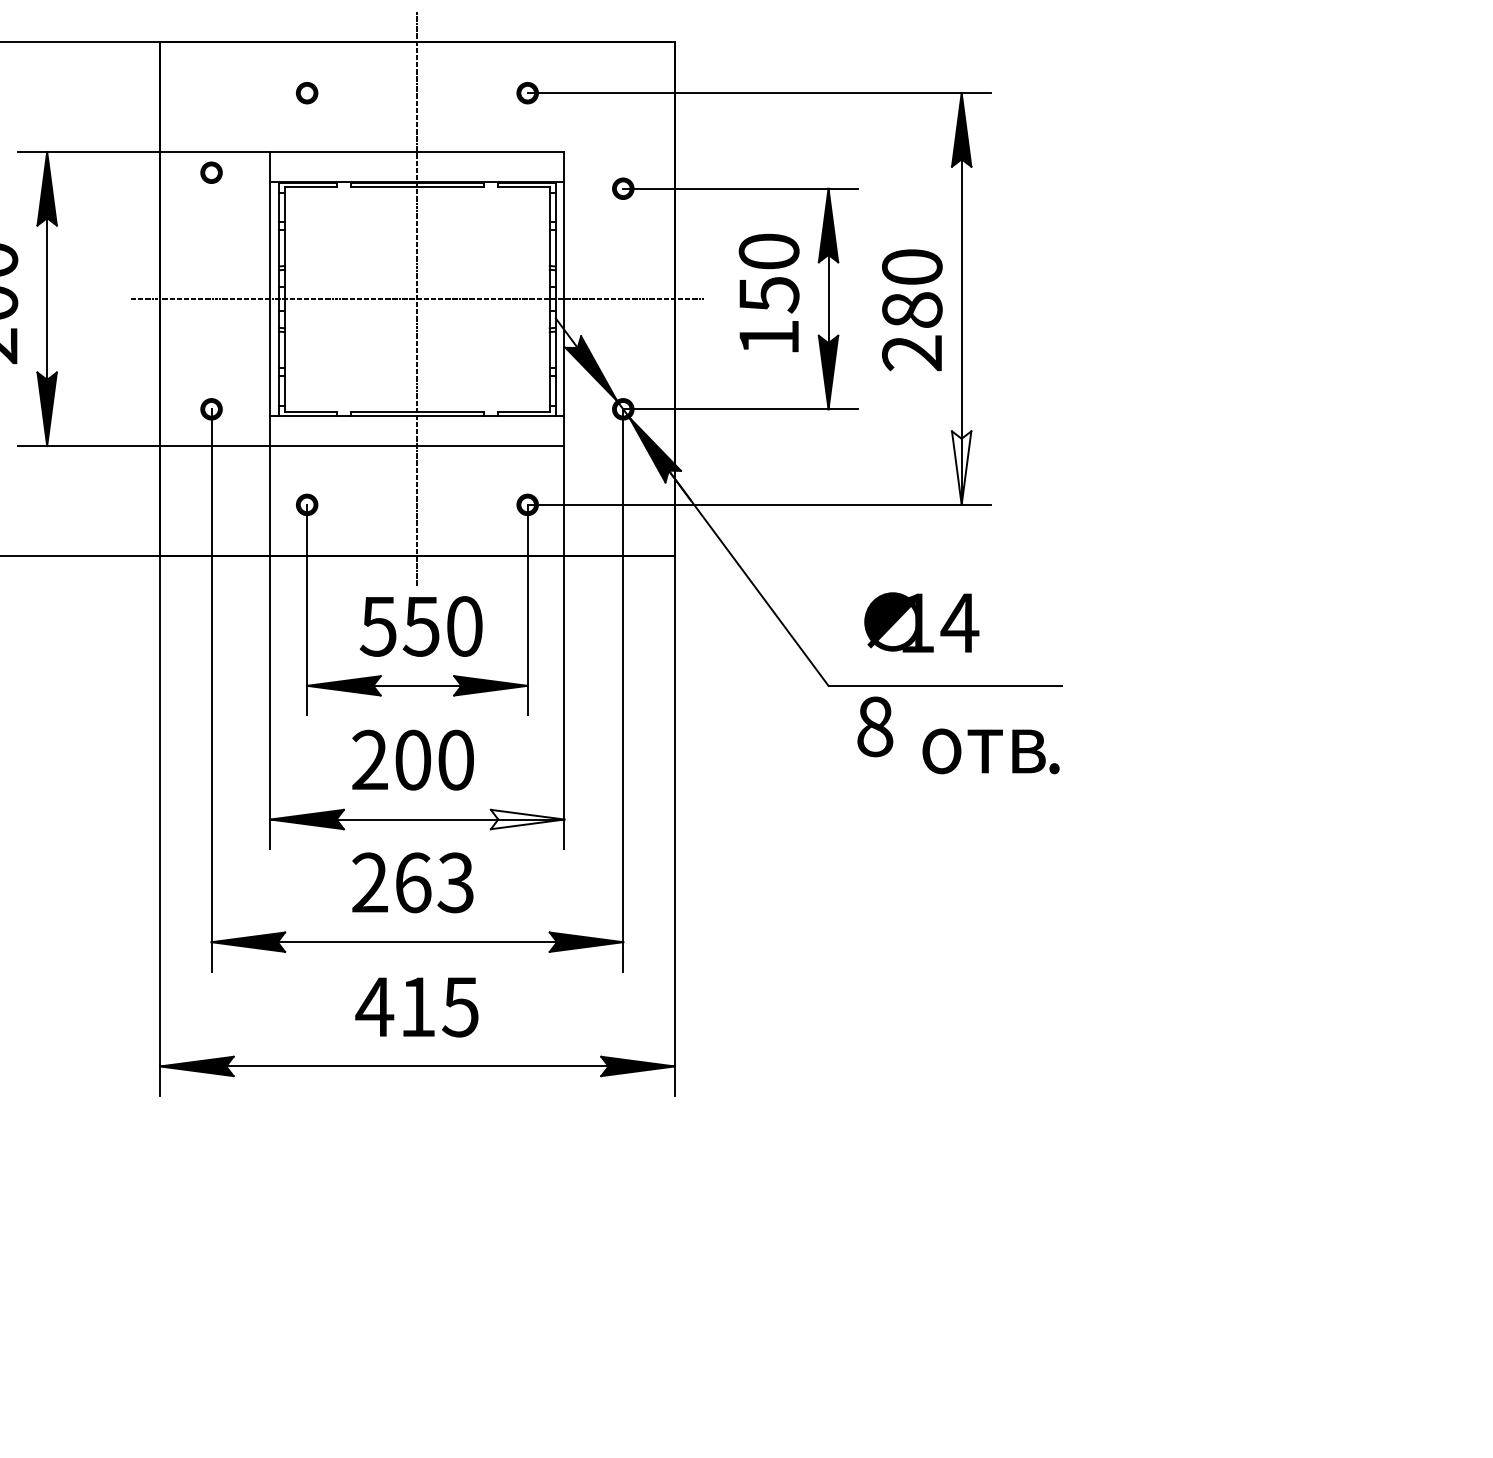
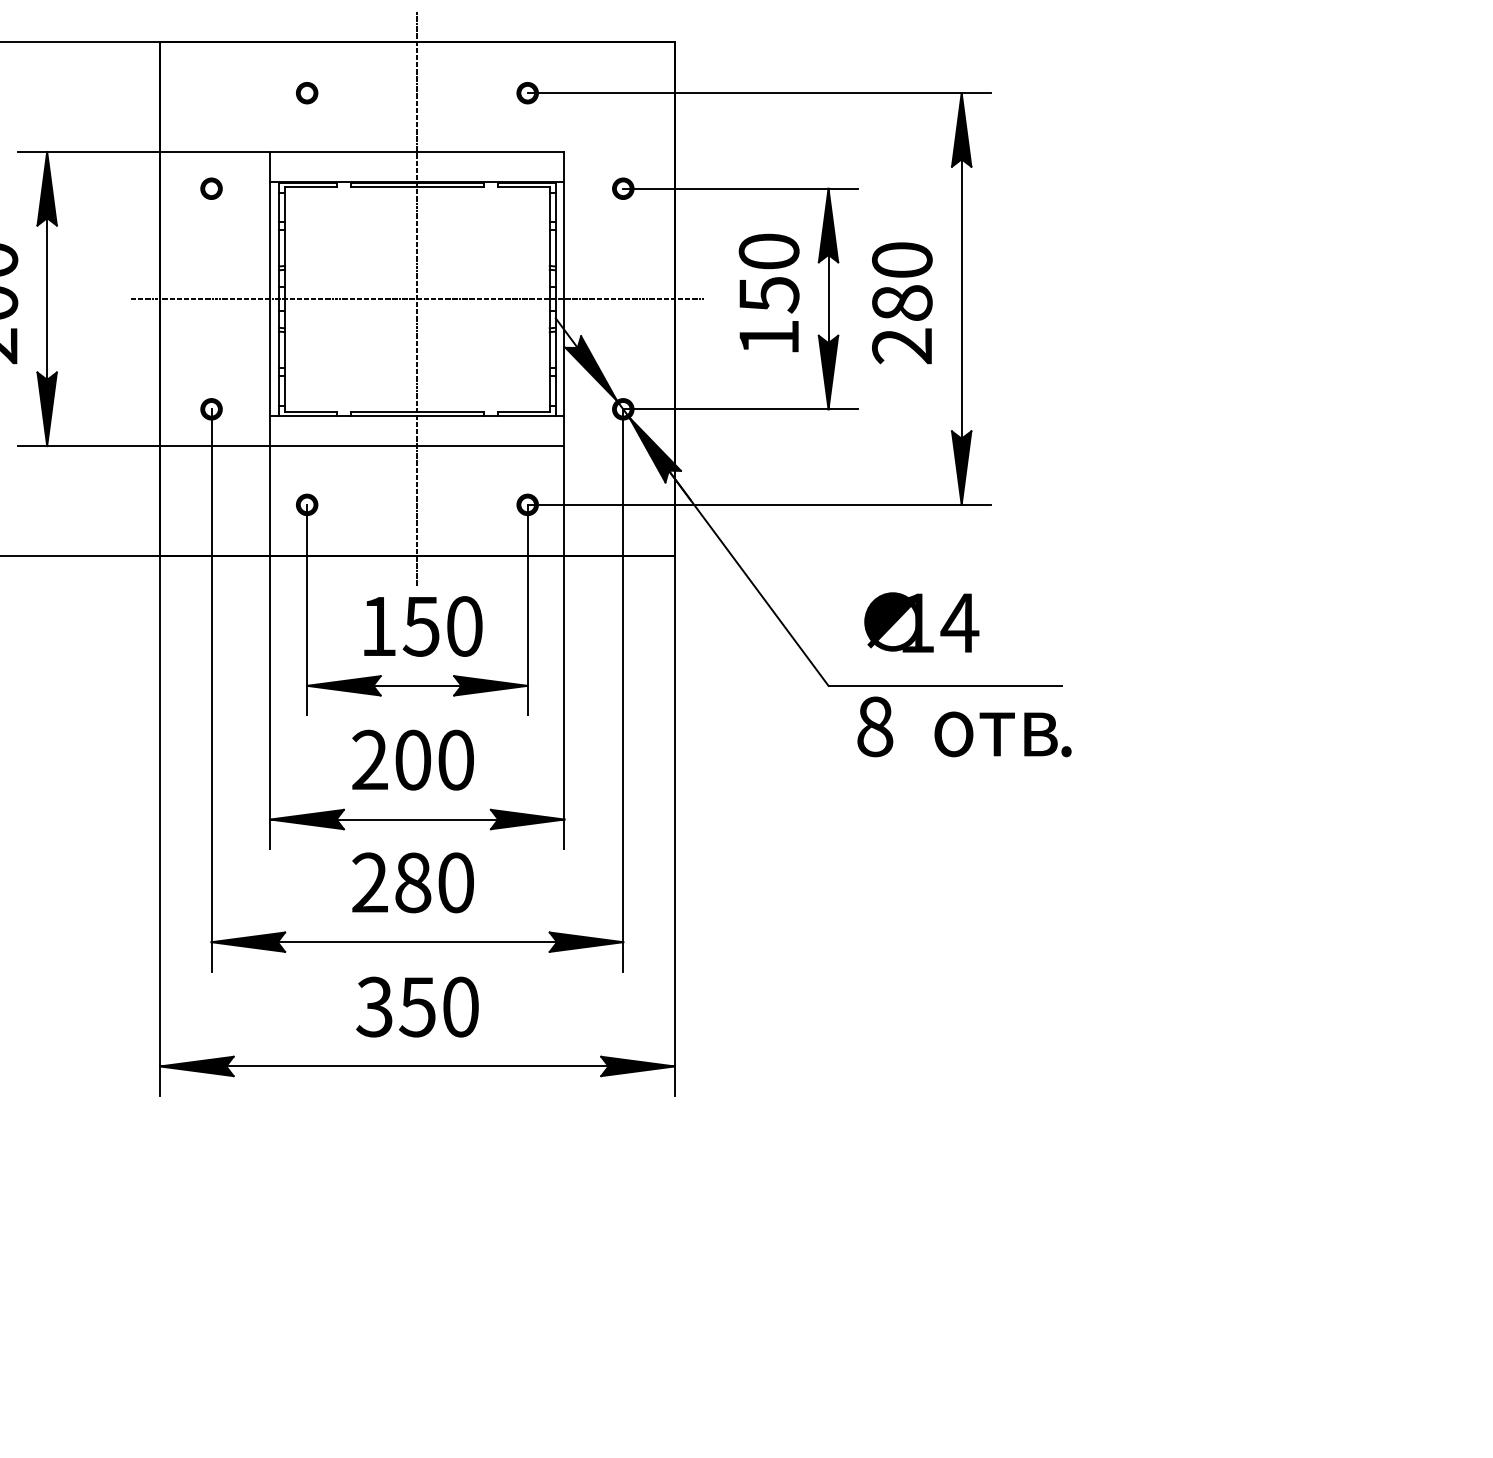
part at (211, 172) position: (211, 172) -> (211, 188)
text at (912, 310) position: (912, 310) -> (902, 303)
fill at (961, 467): none -> present
text at (377, 626): 550 -> 150
text at (990, 751) position: (990, 751) -> (1002, 734)
fill at (527, 819): none -> present
text at (434, 882): 263 -> 280
text at (416, 1006): 415 -> 350
